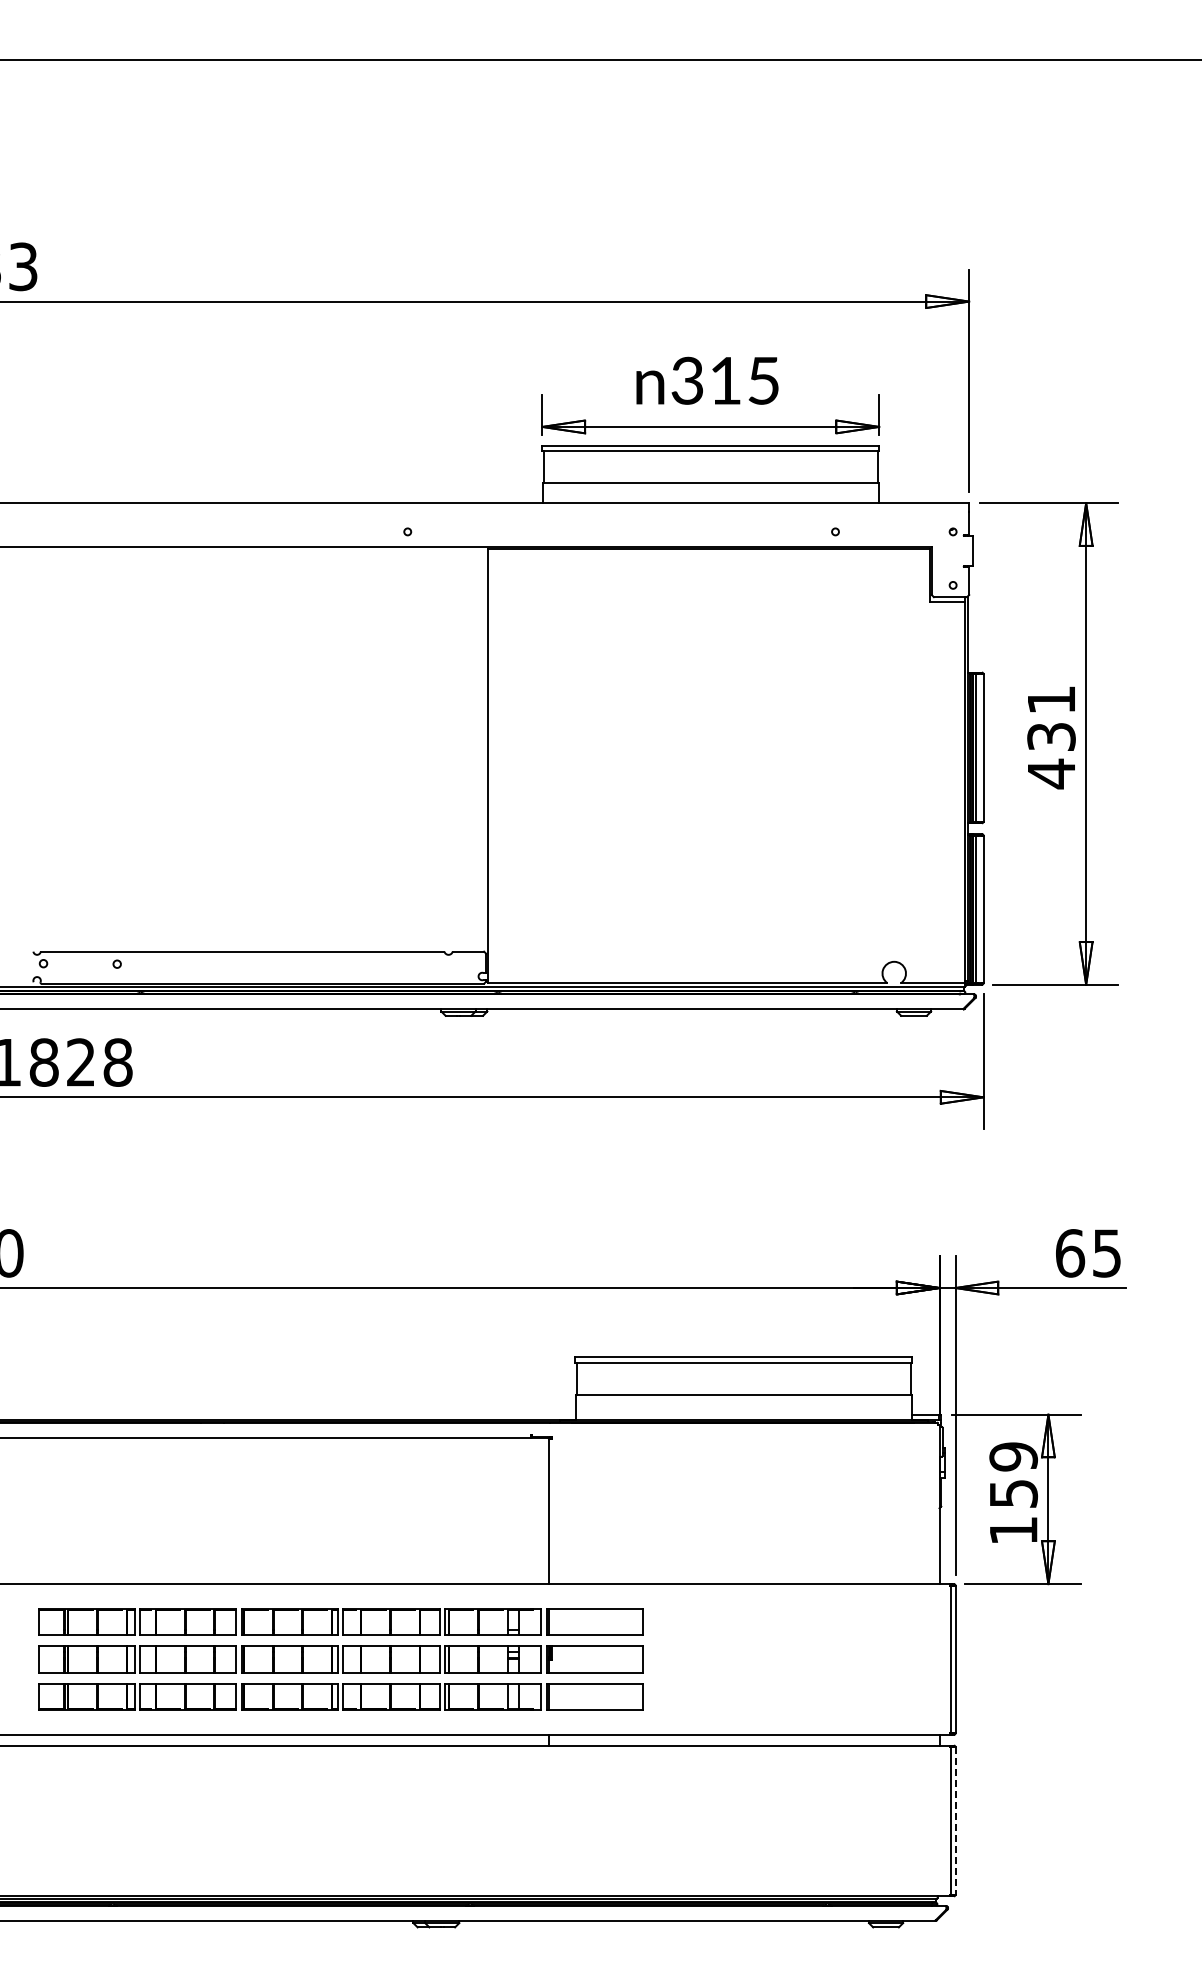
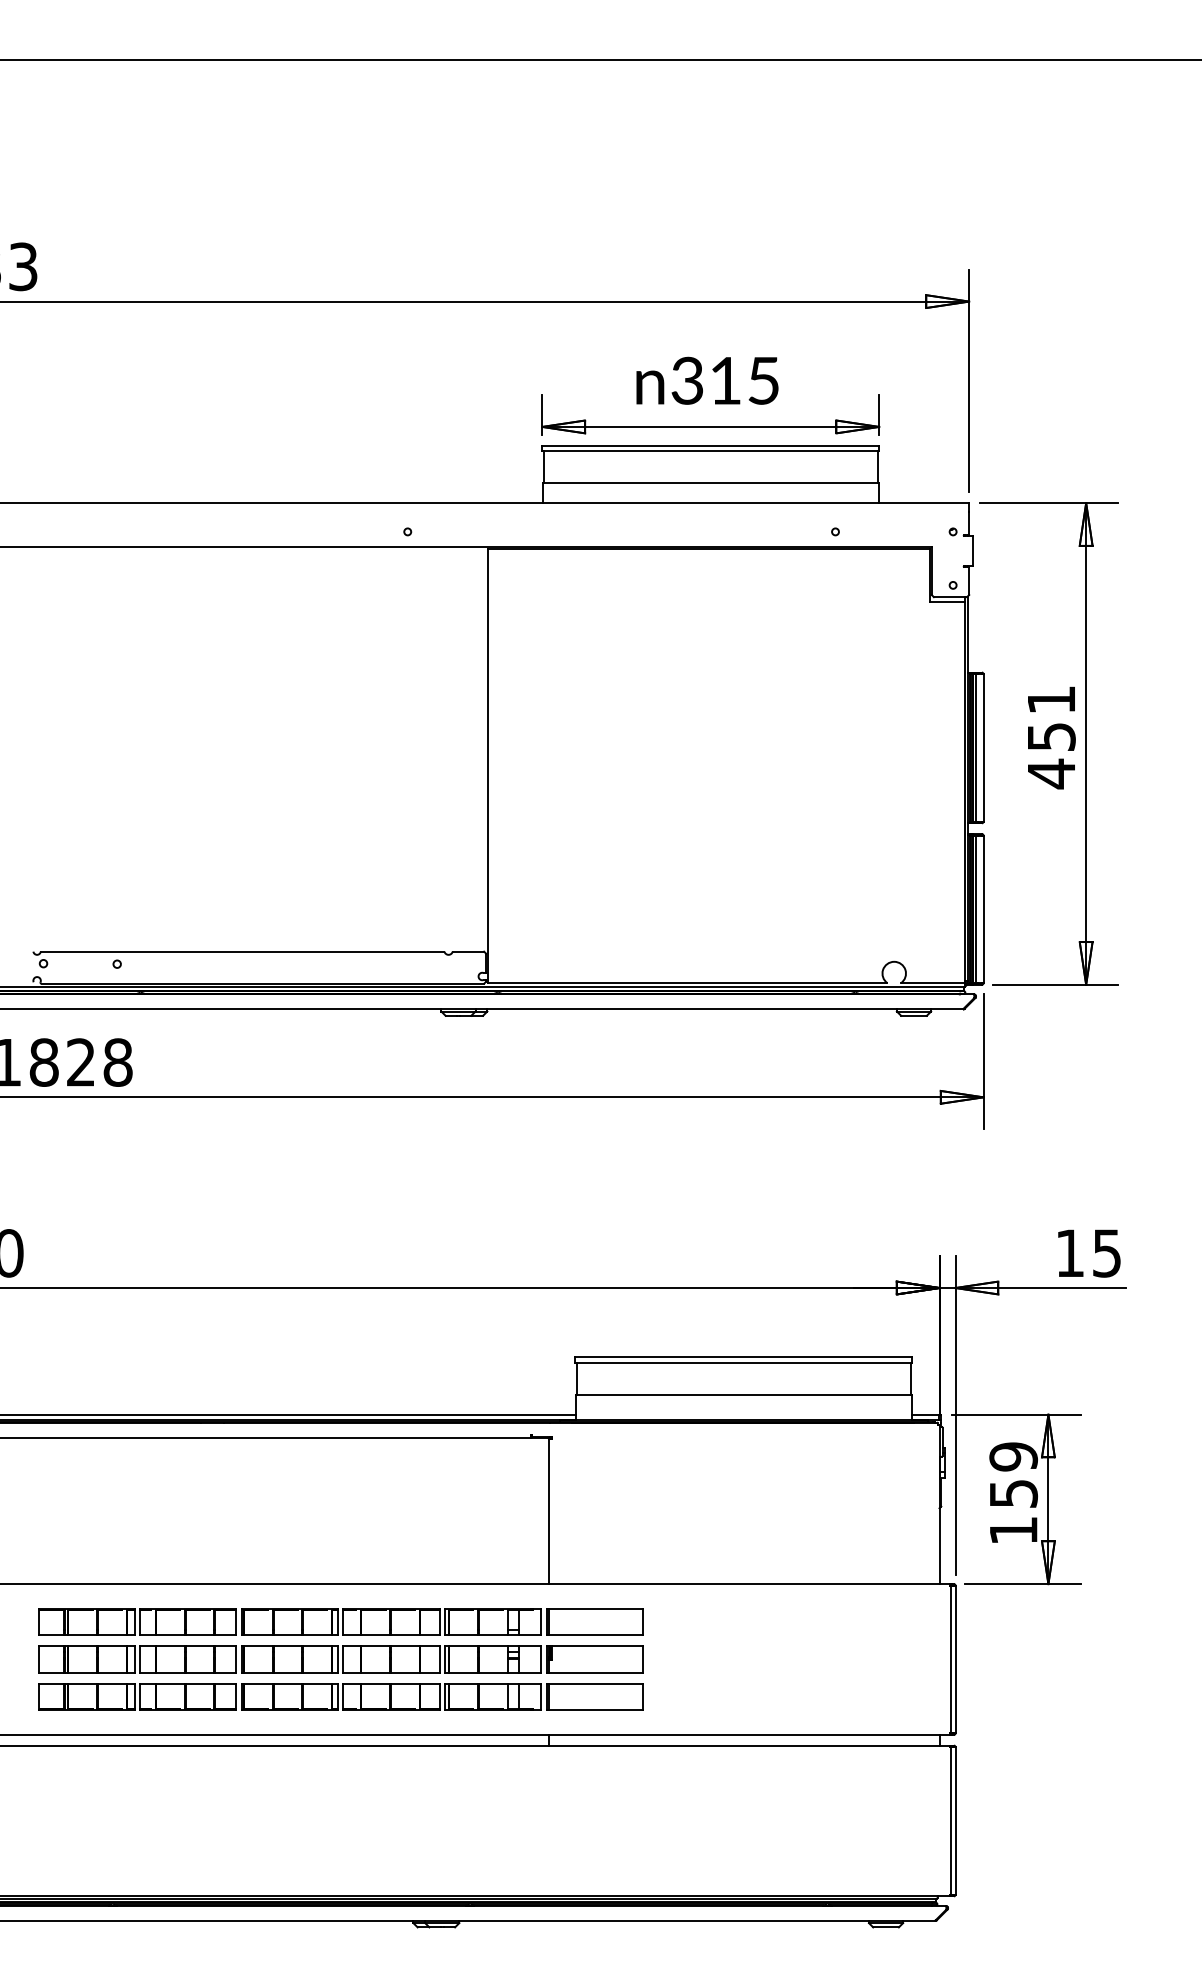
text at (1051, 736): 431 -> 451
text at (1070, 1253): 65 -> 15
line at (288, 1414): none -> present
line at (955, 1820): dashed -> solid
